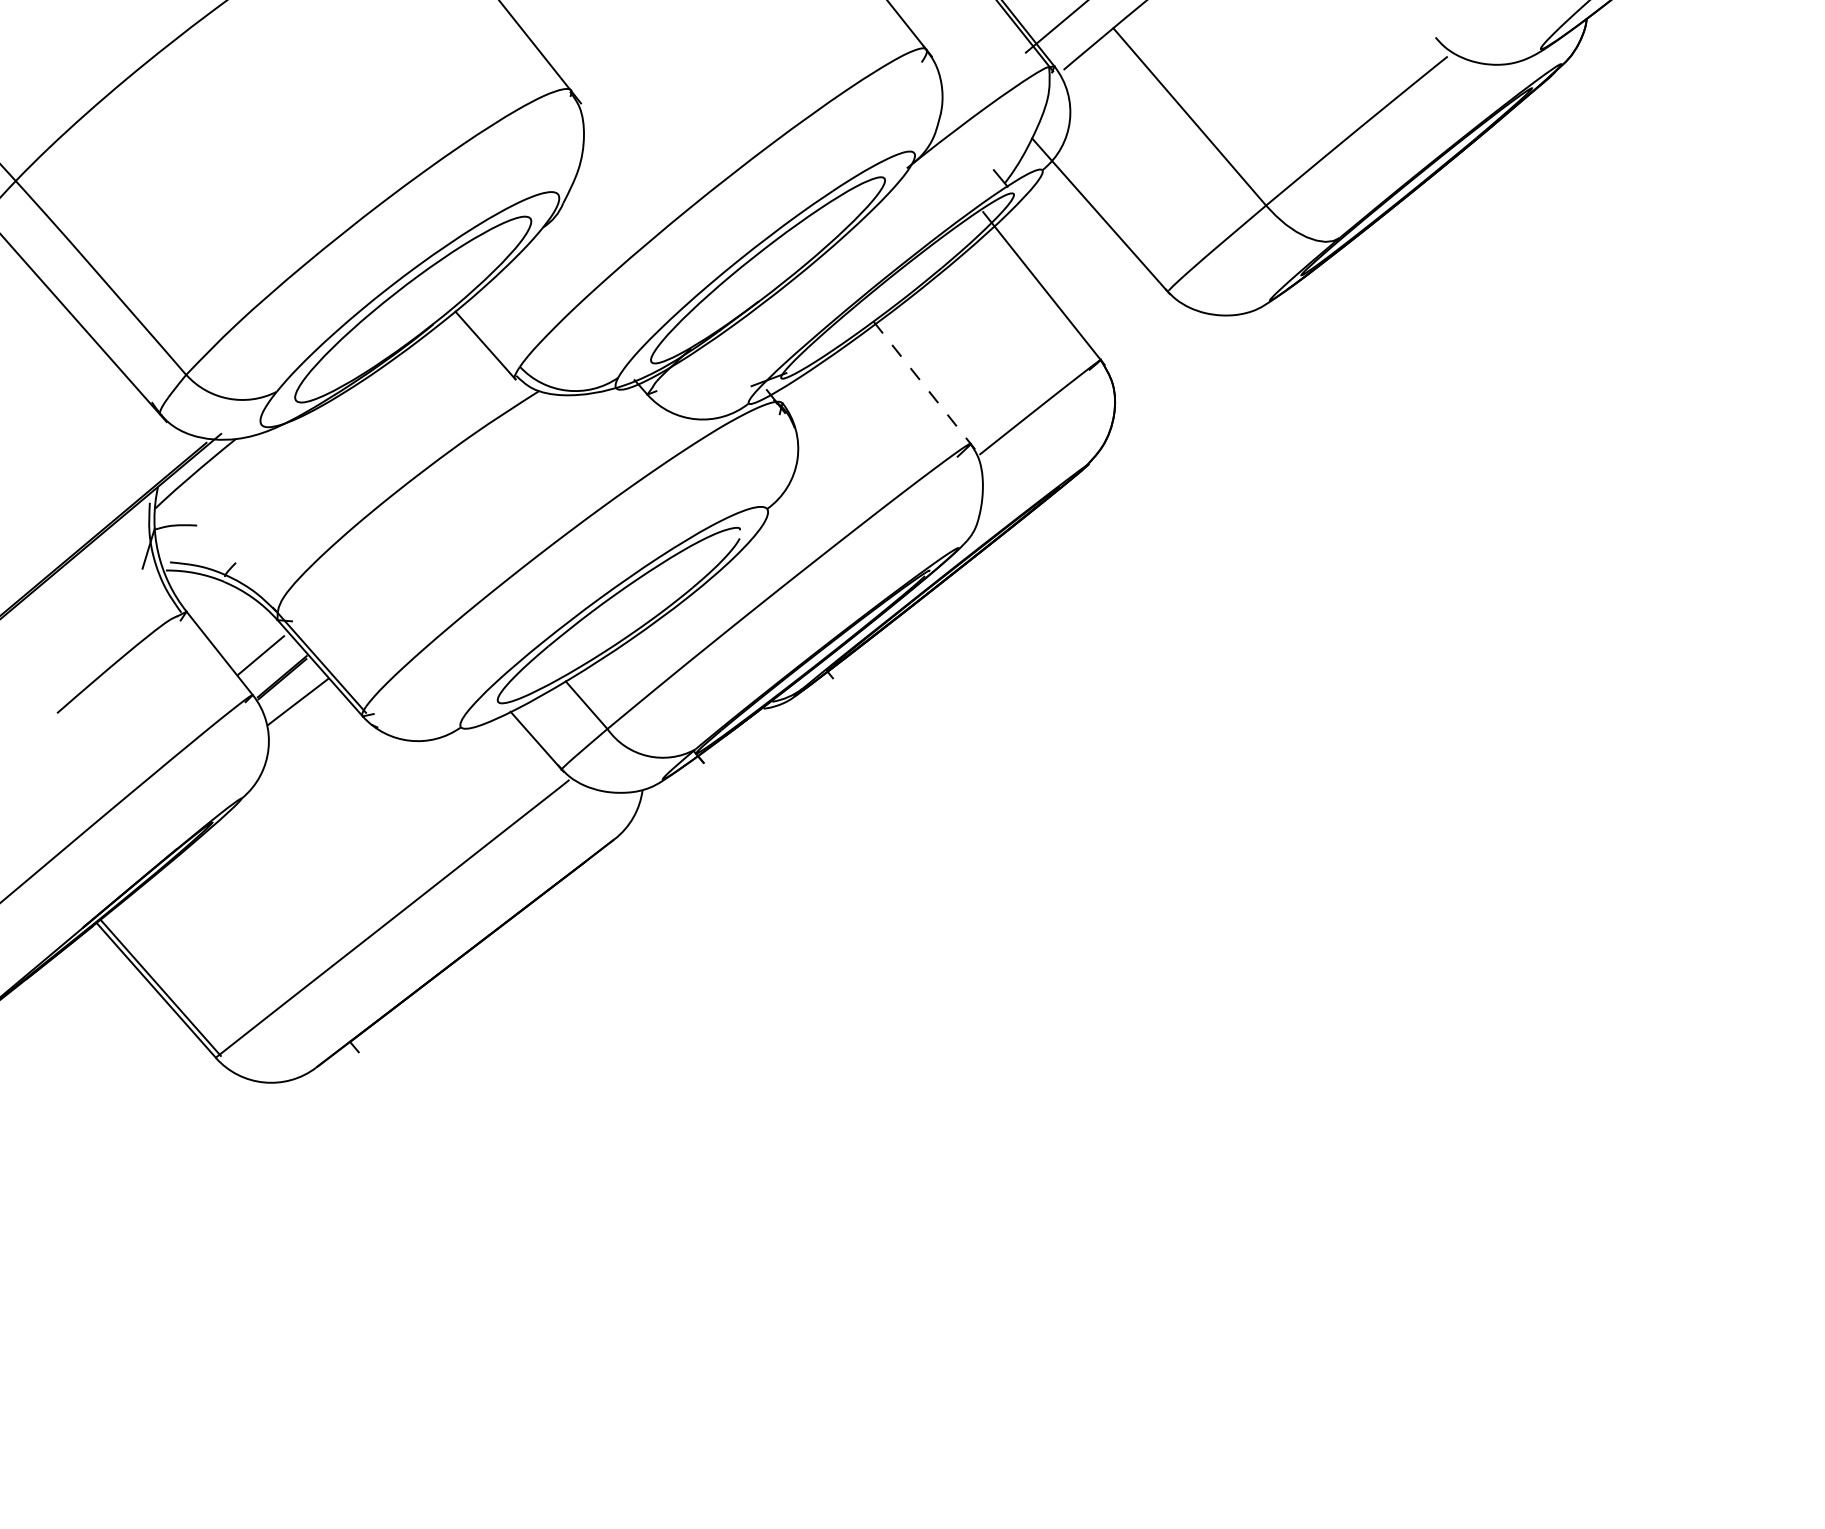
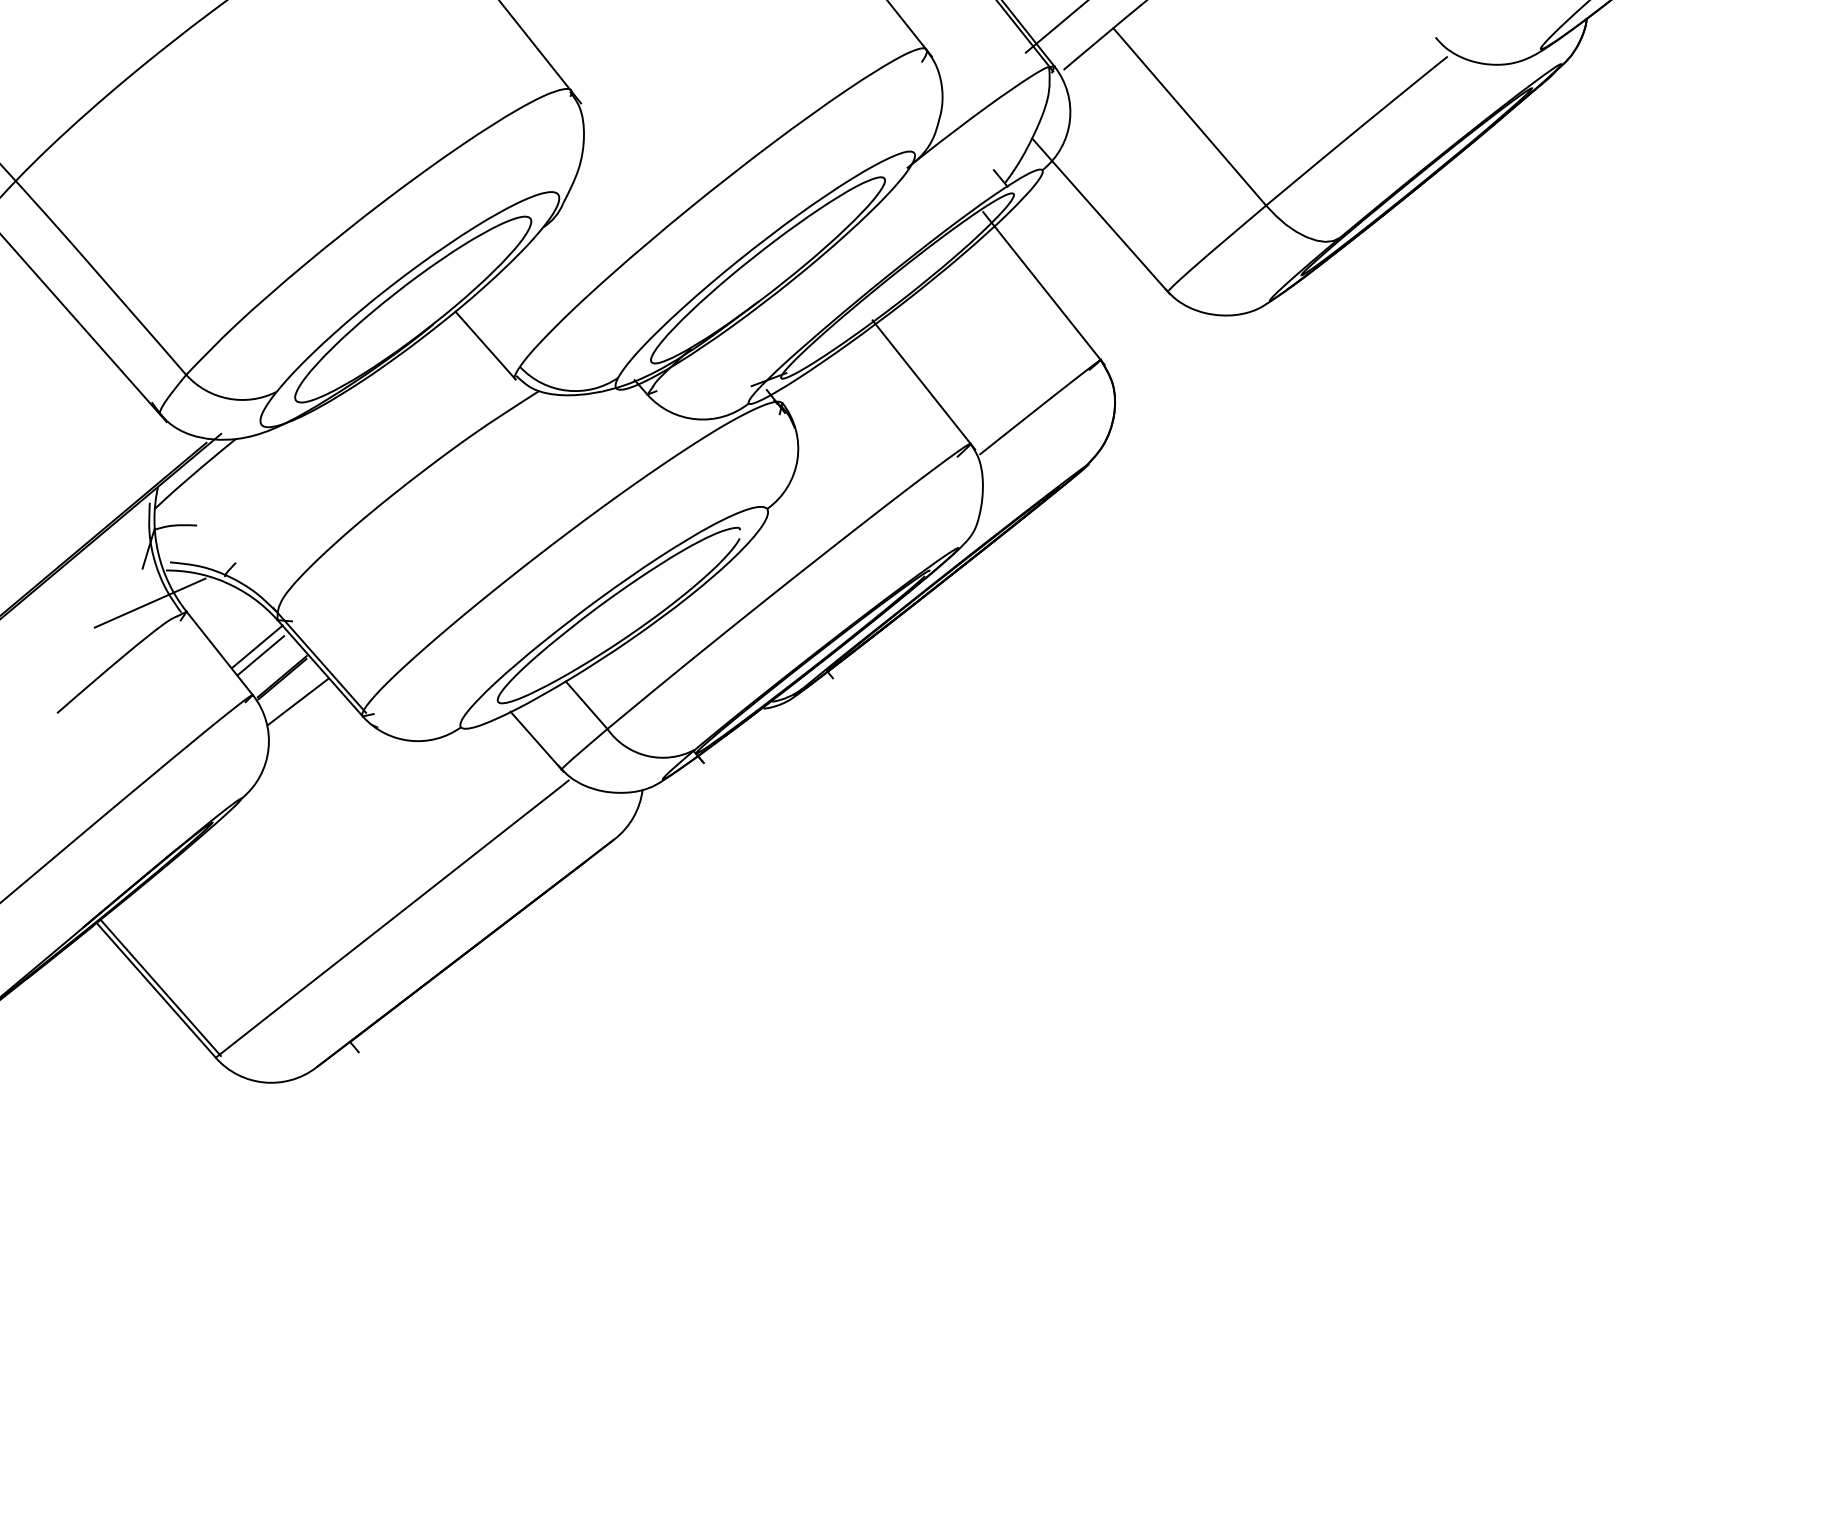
line at (923, 384): dashed -> solid
line at (149, 602): none -> present
line at (256, 646): none -> present
